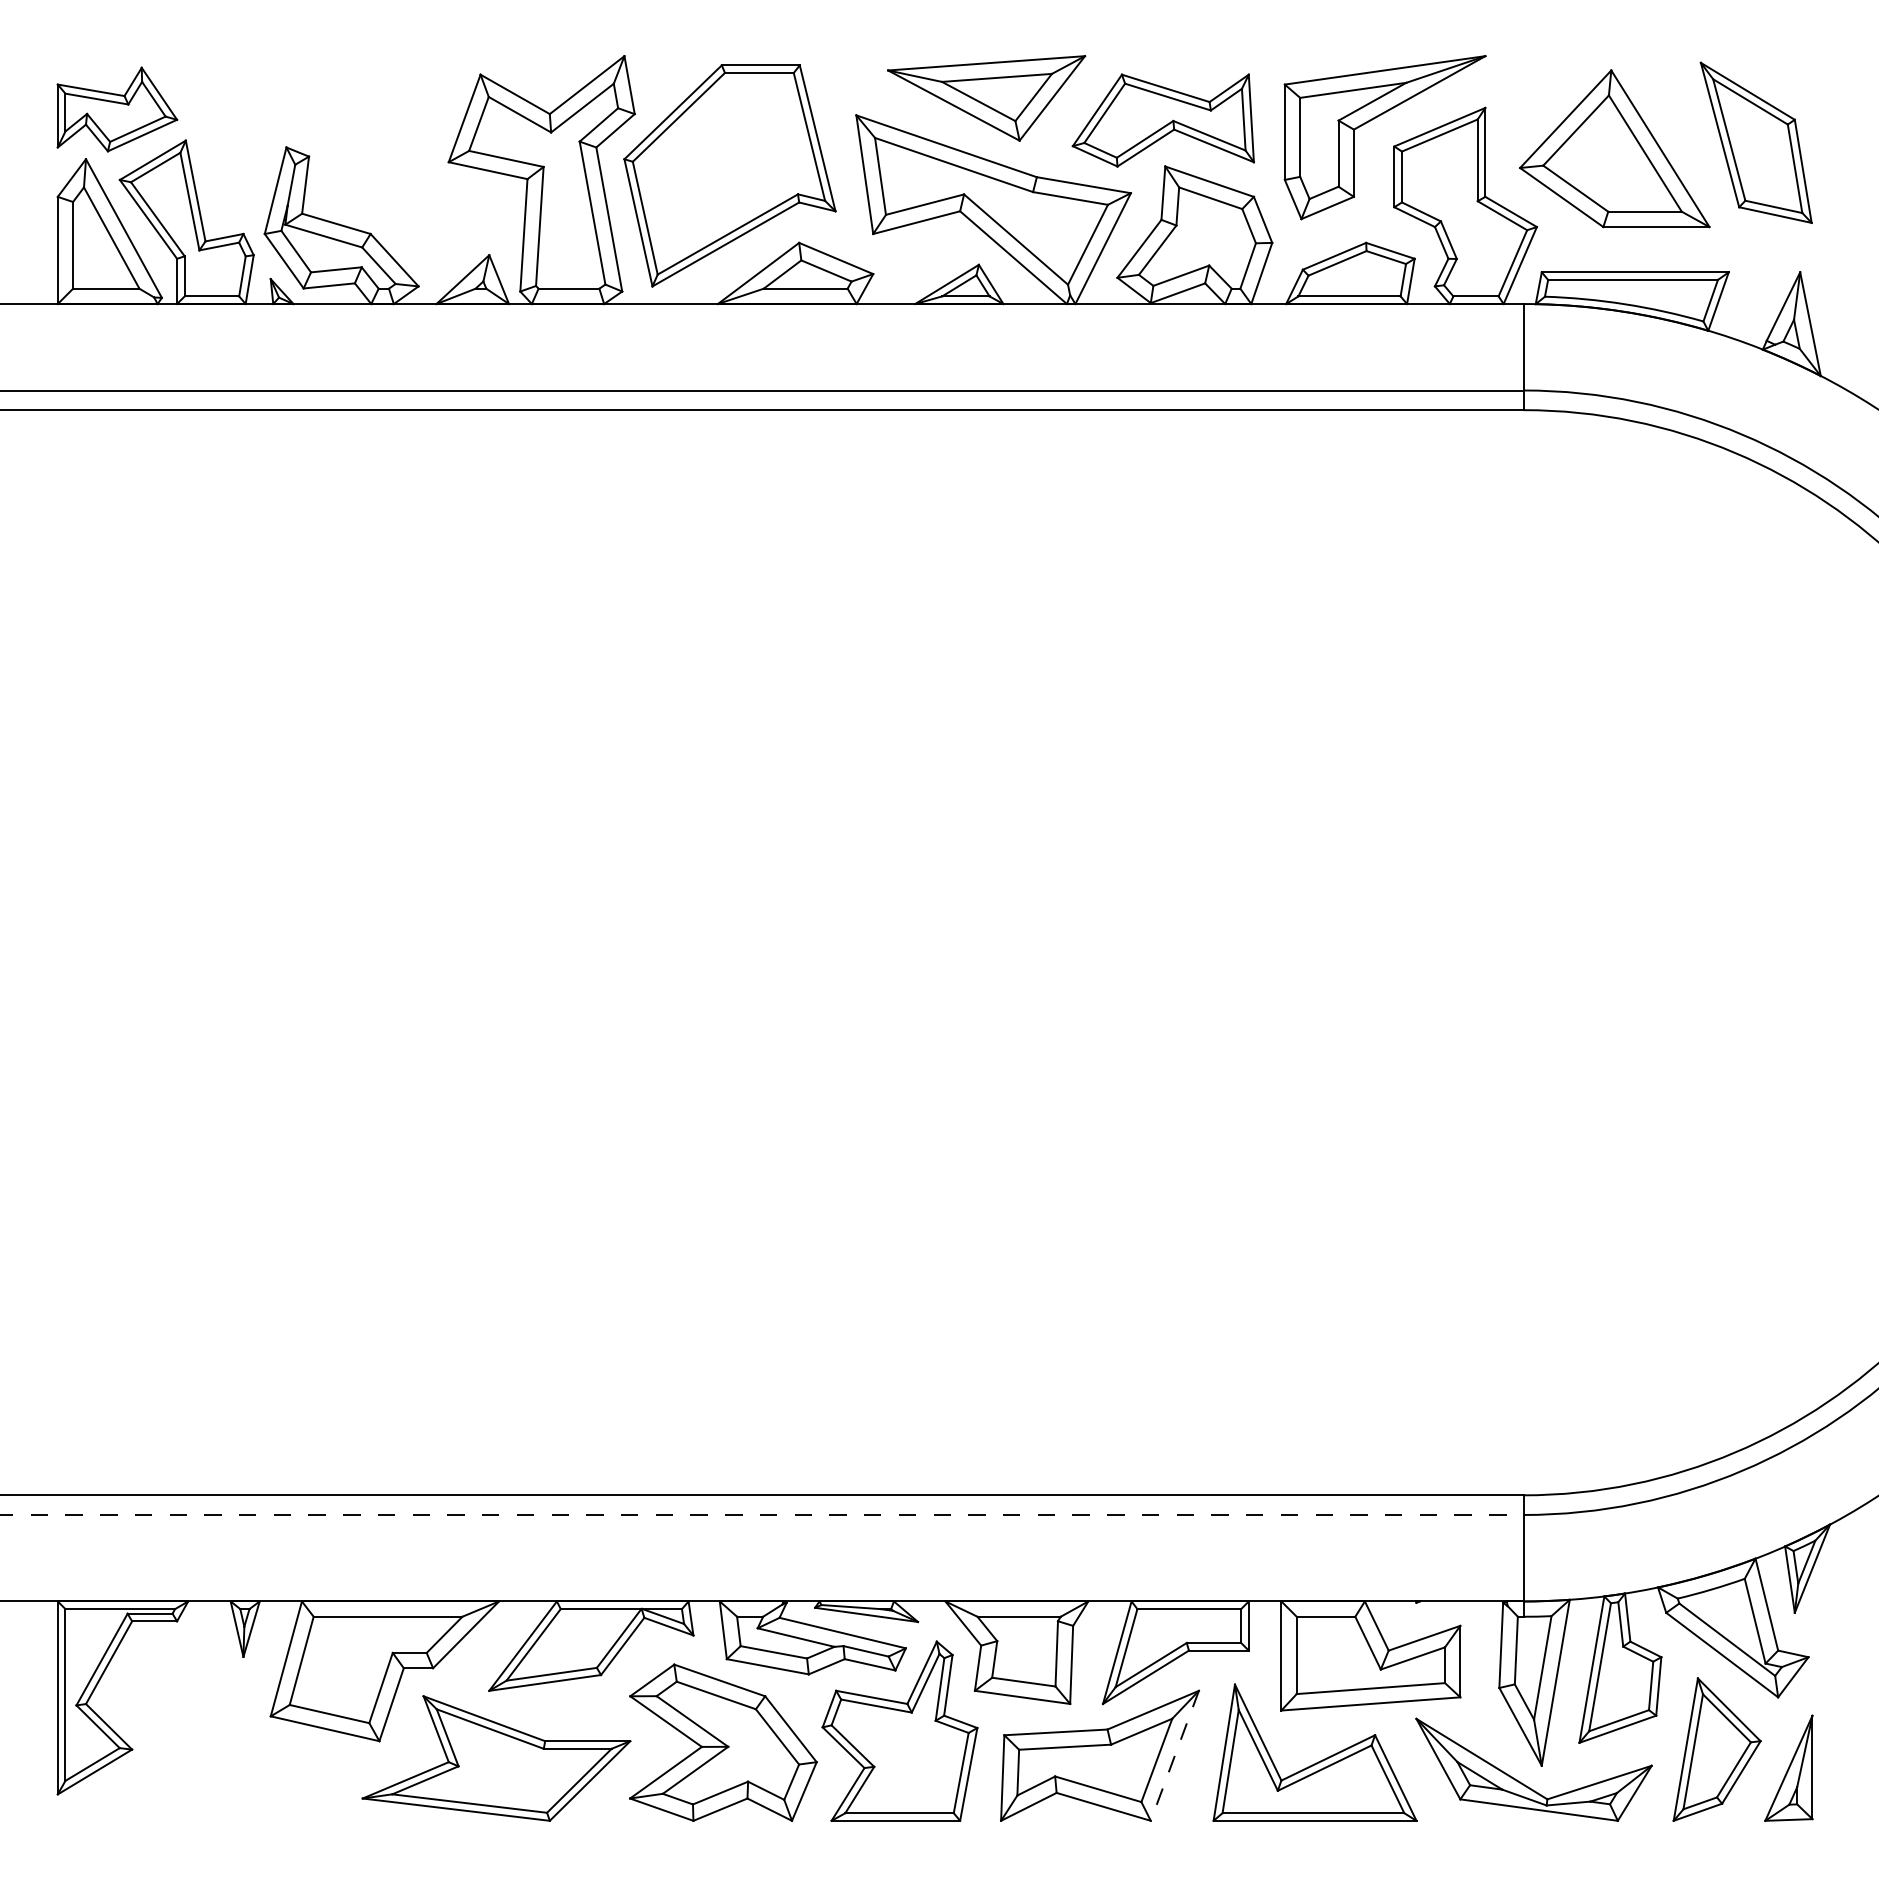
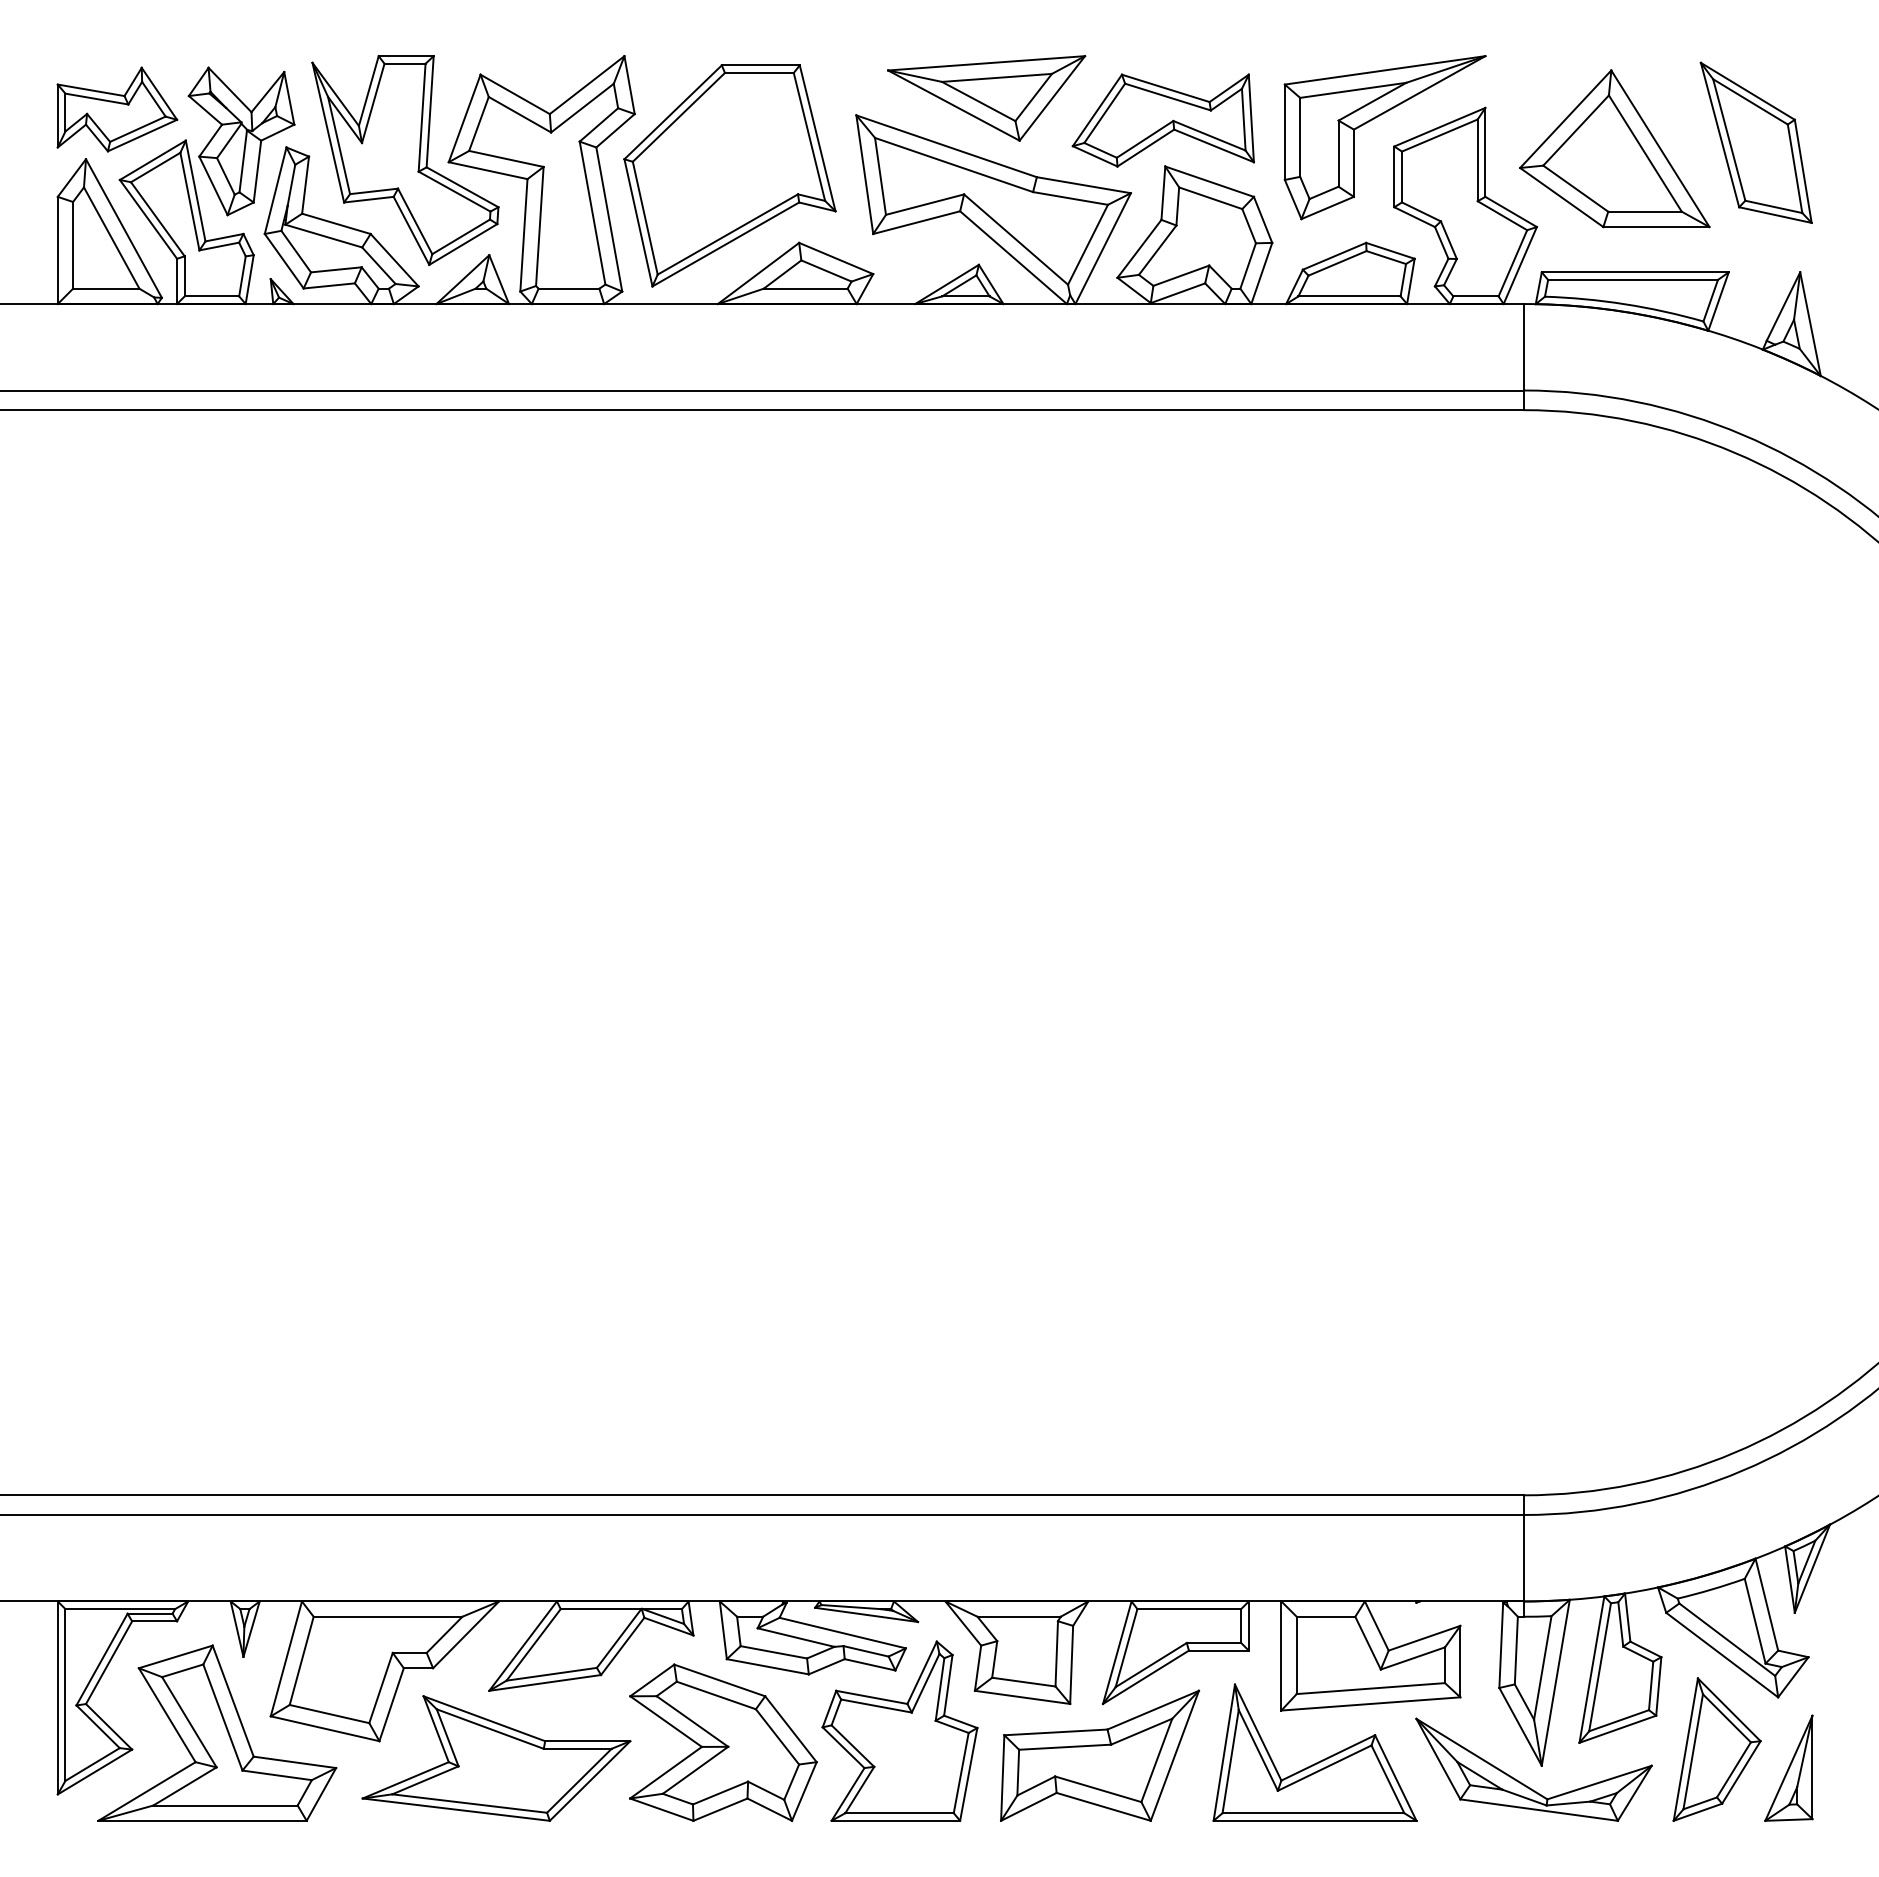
part at (241, 141): none -> present
part at (405, 160): none -> present
line at (761, 1514): dashed -> solid
part at (217, 1732): none -> present
line at (1174, 1756): dashed -> solid
